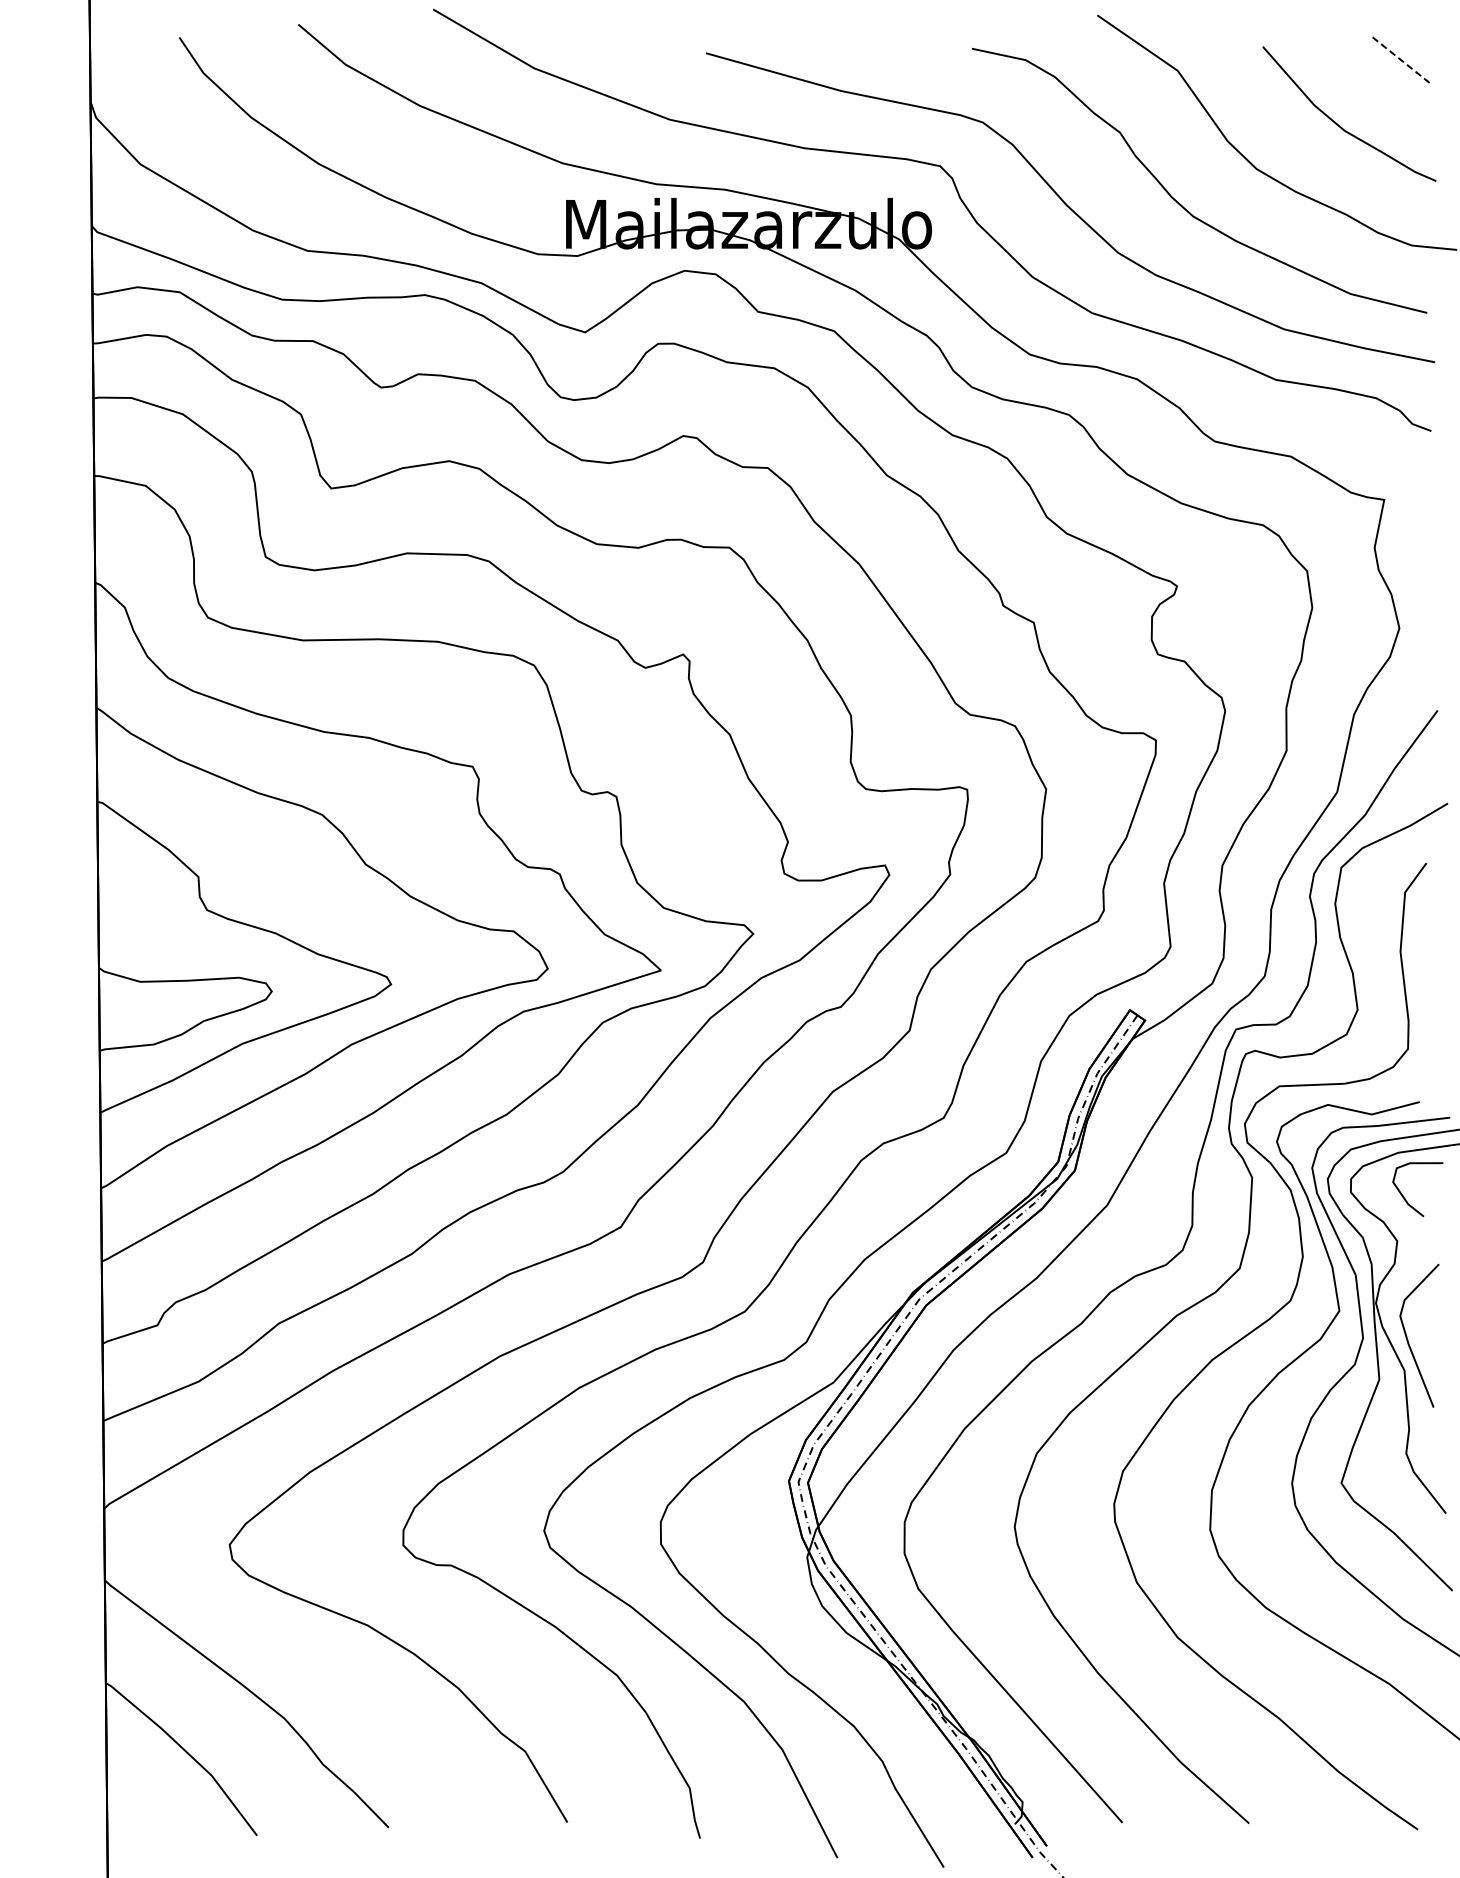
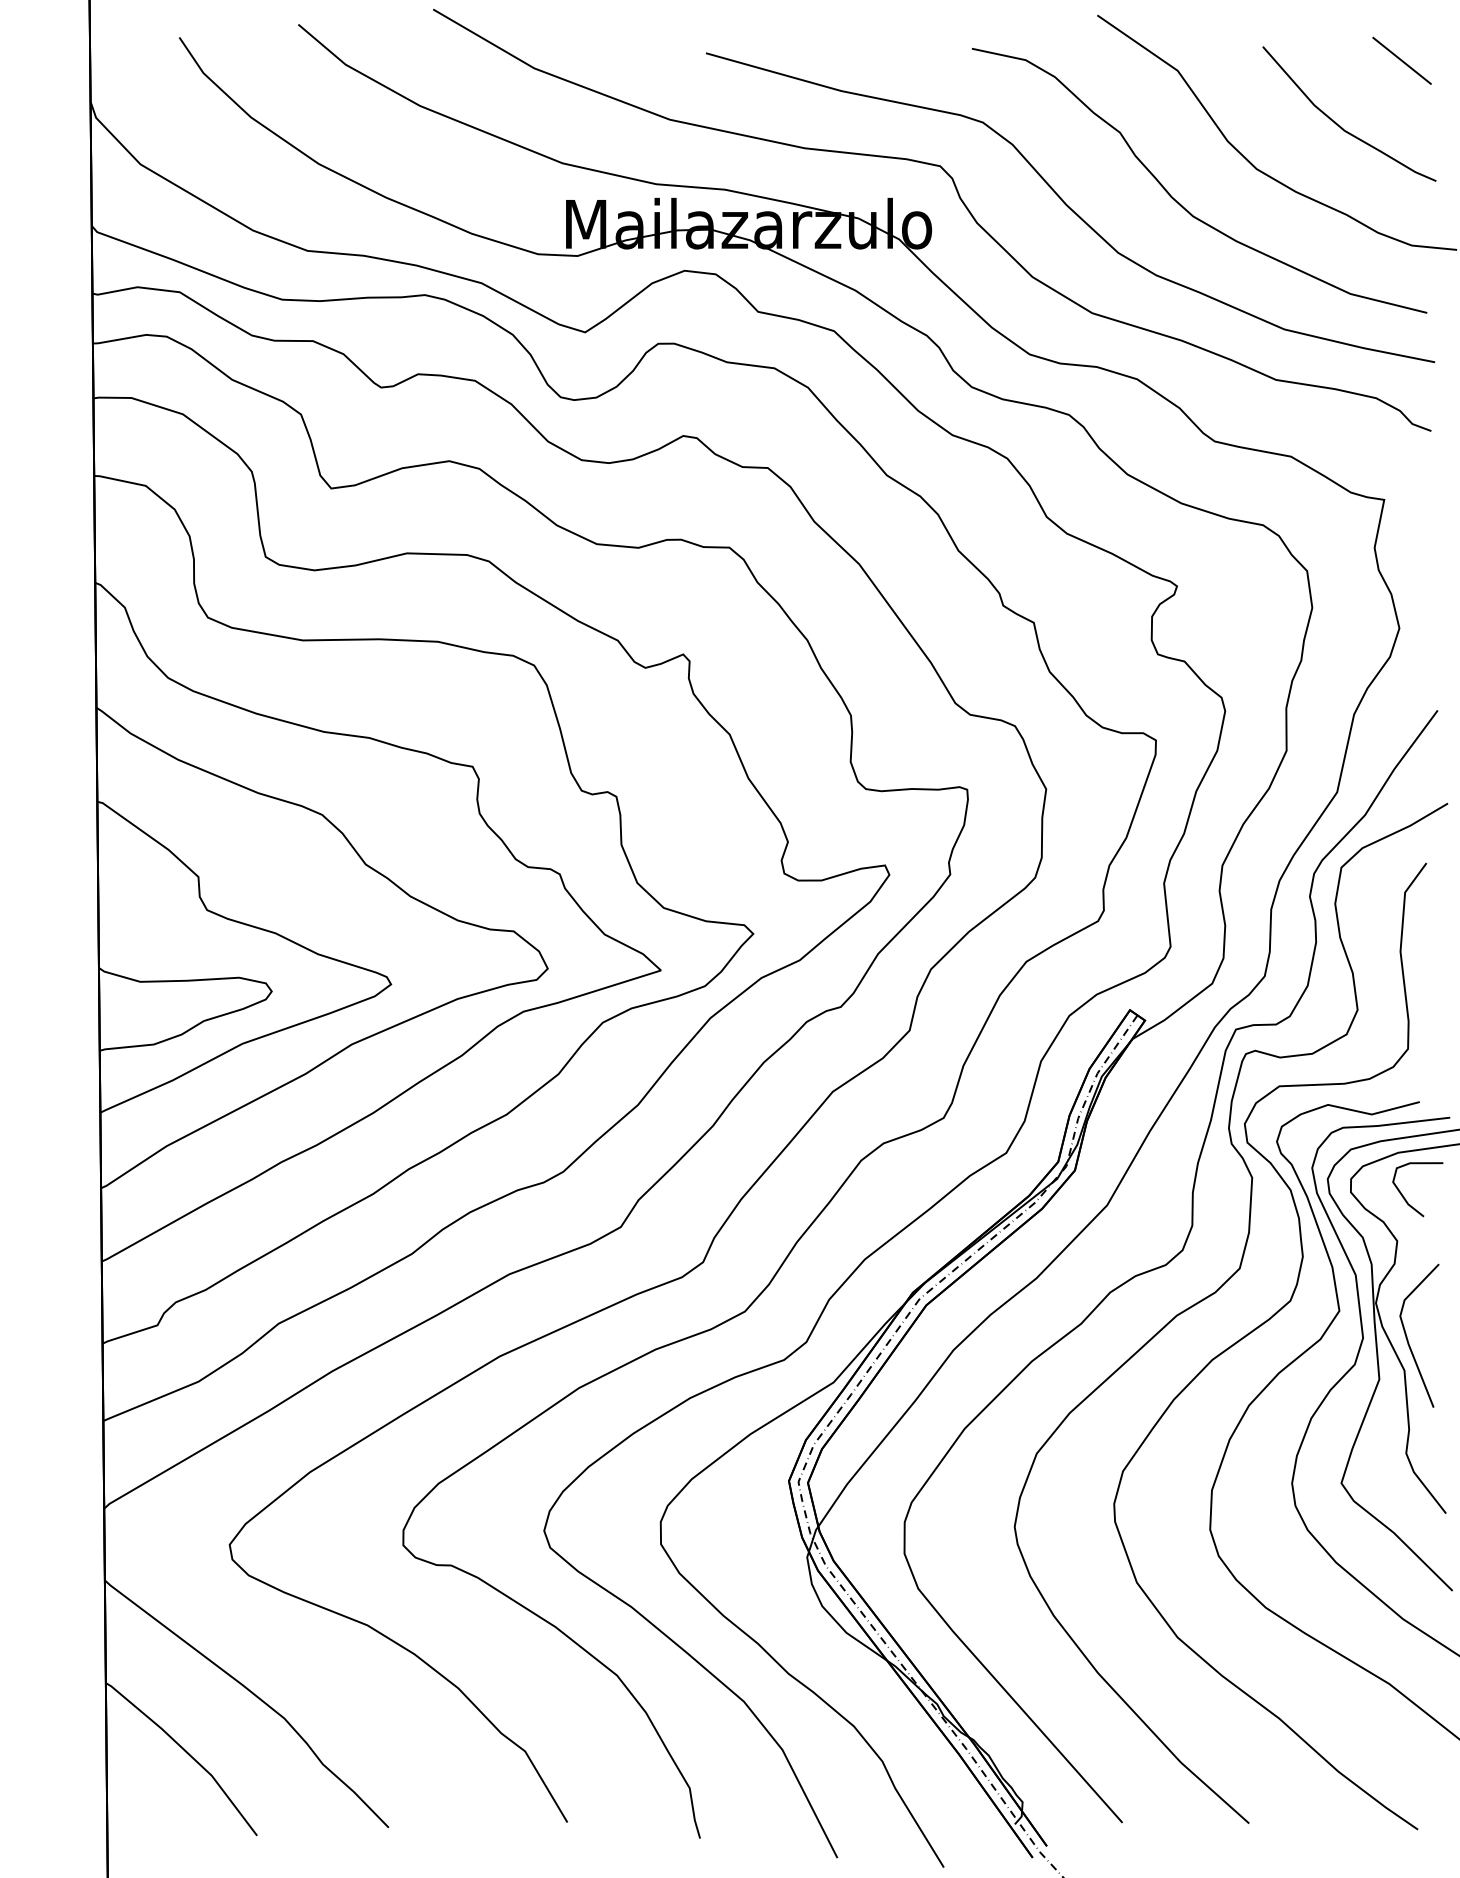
line at (1402, 60): dashed -> solid
